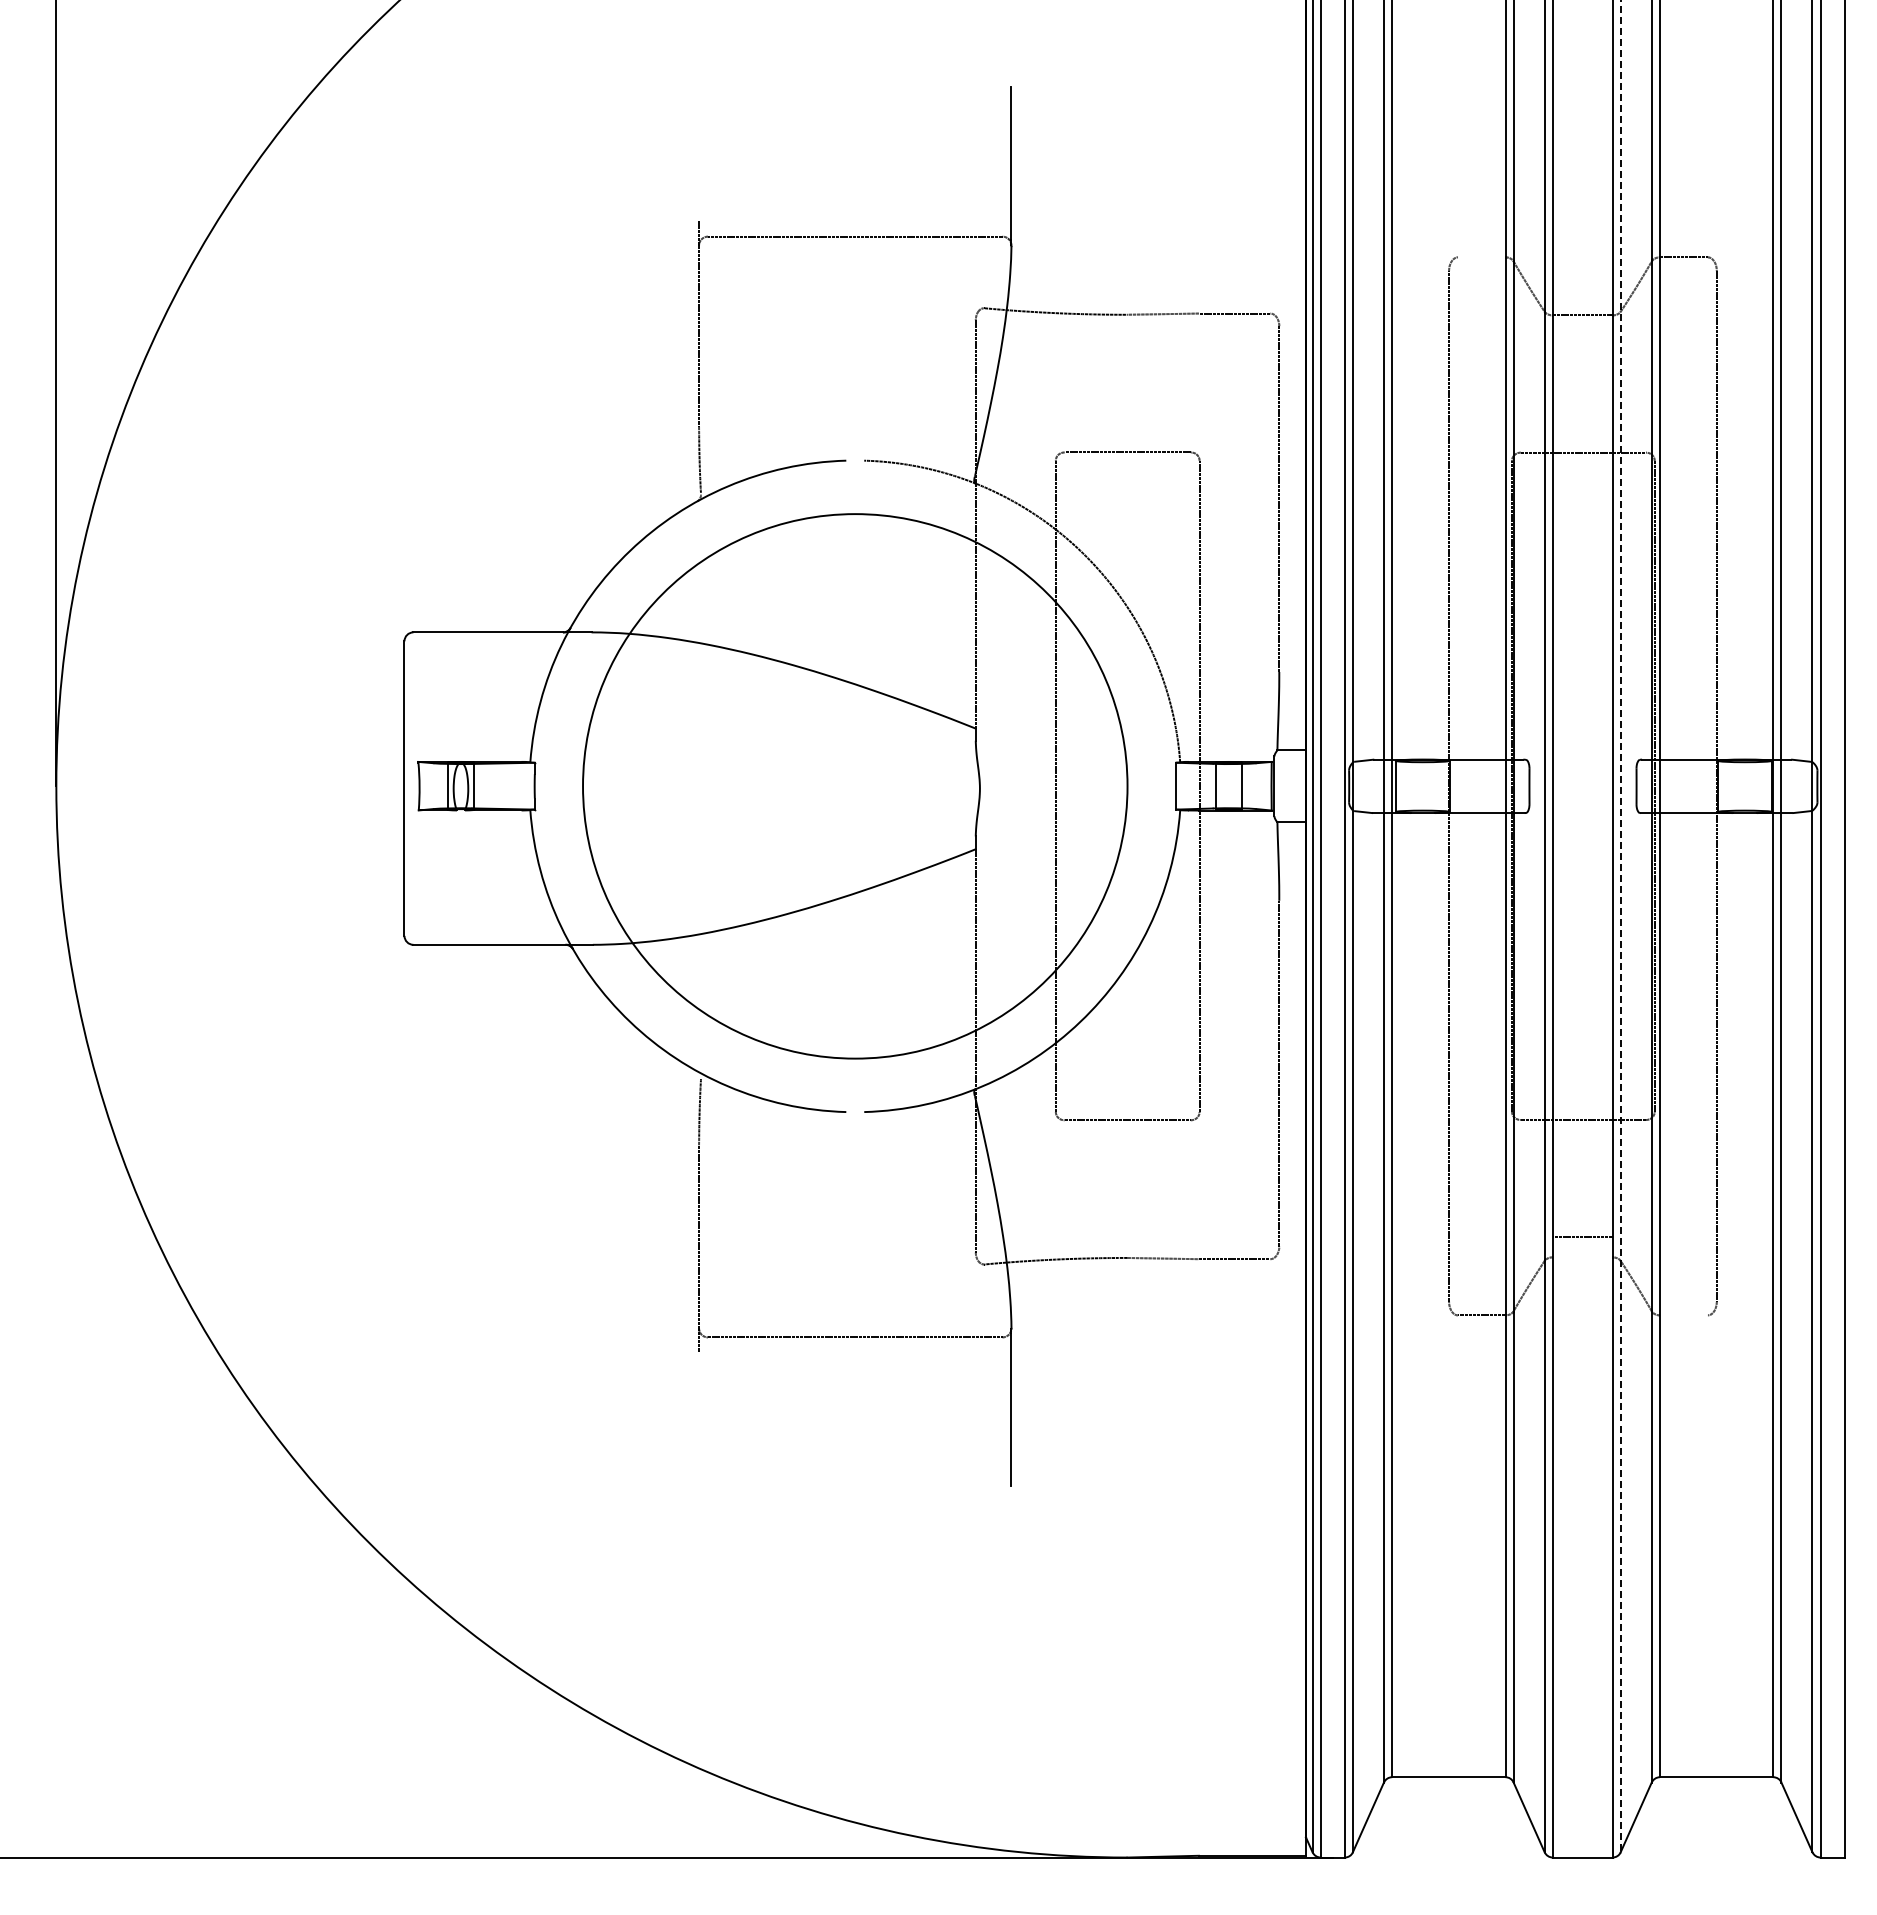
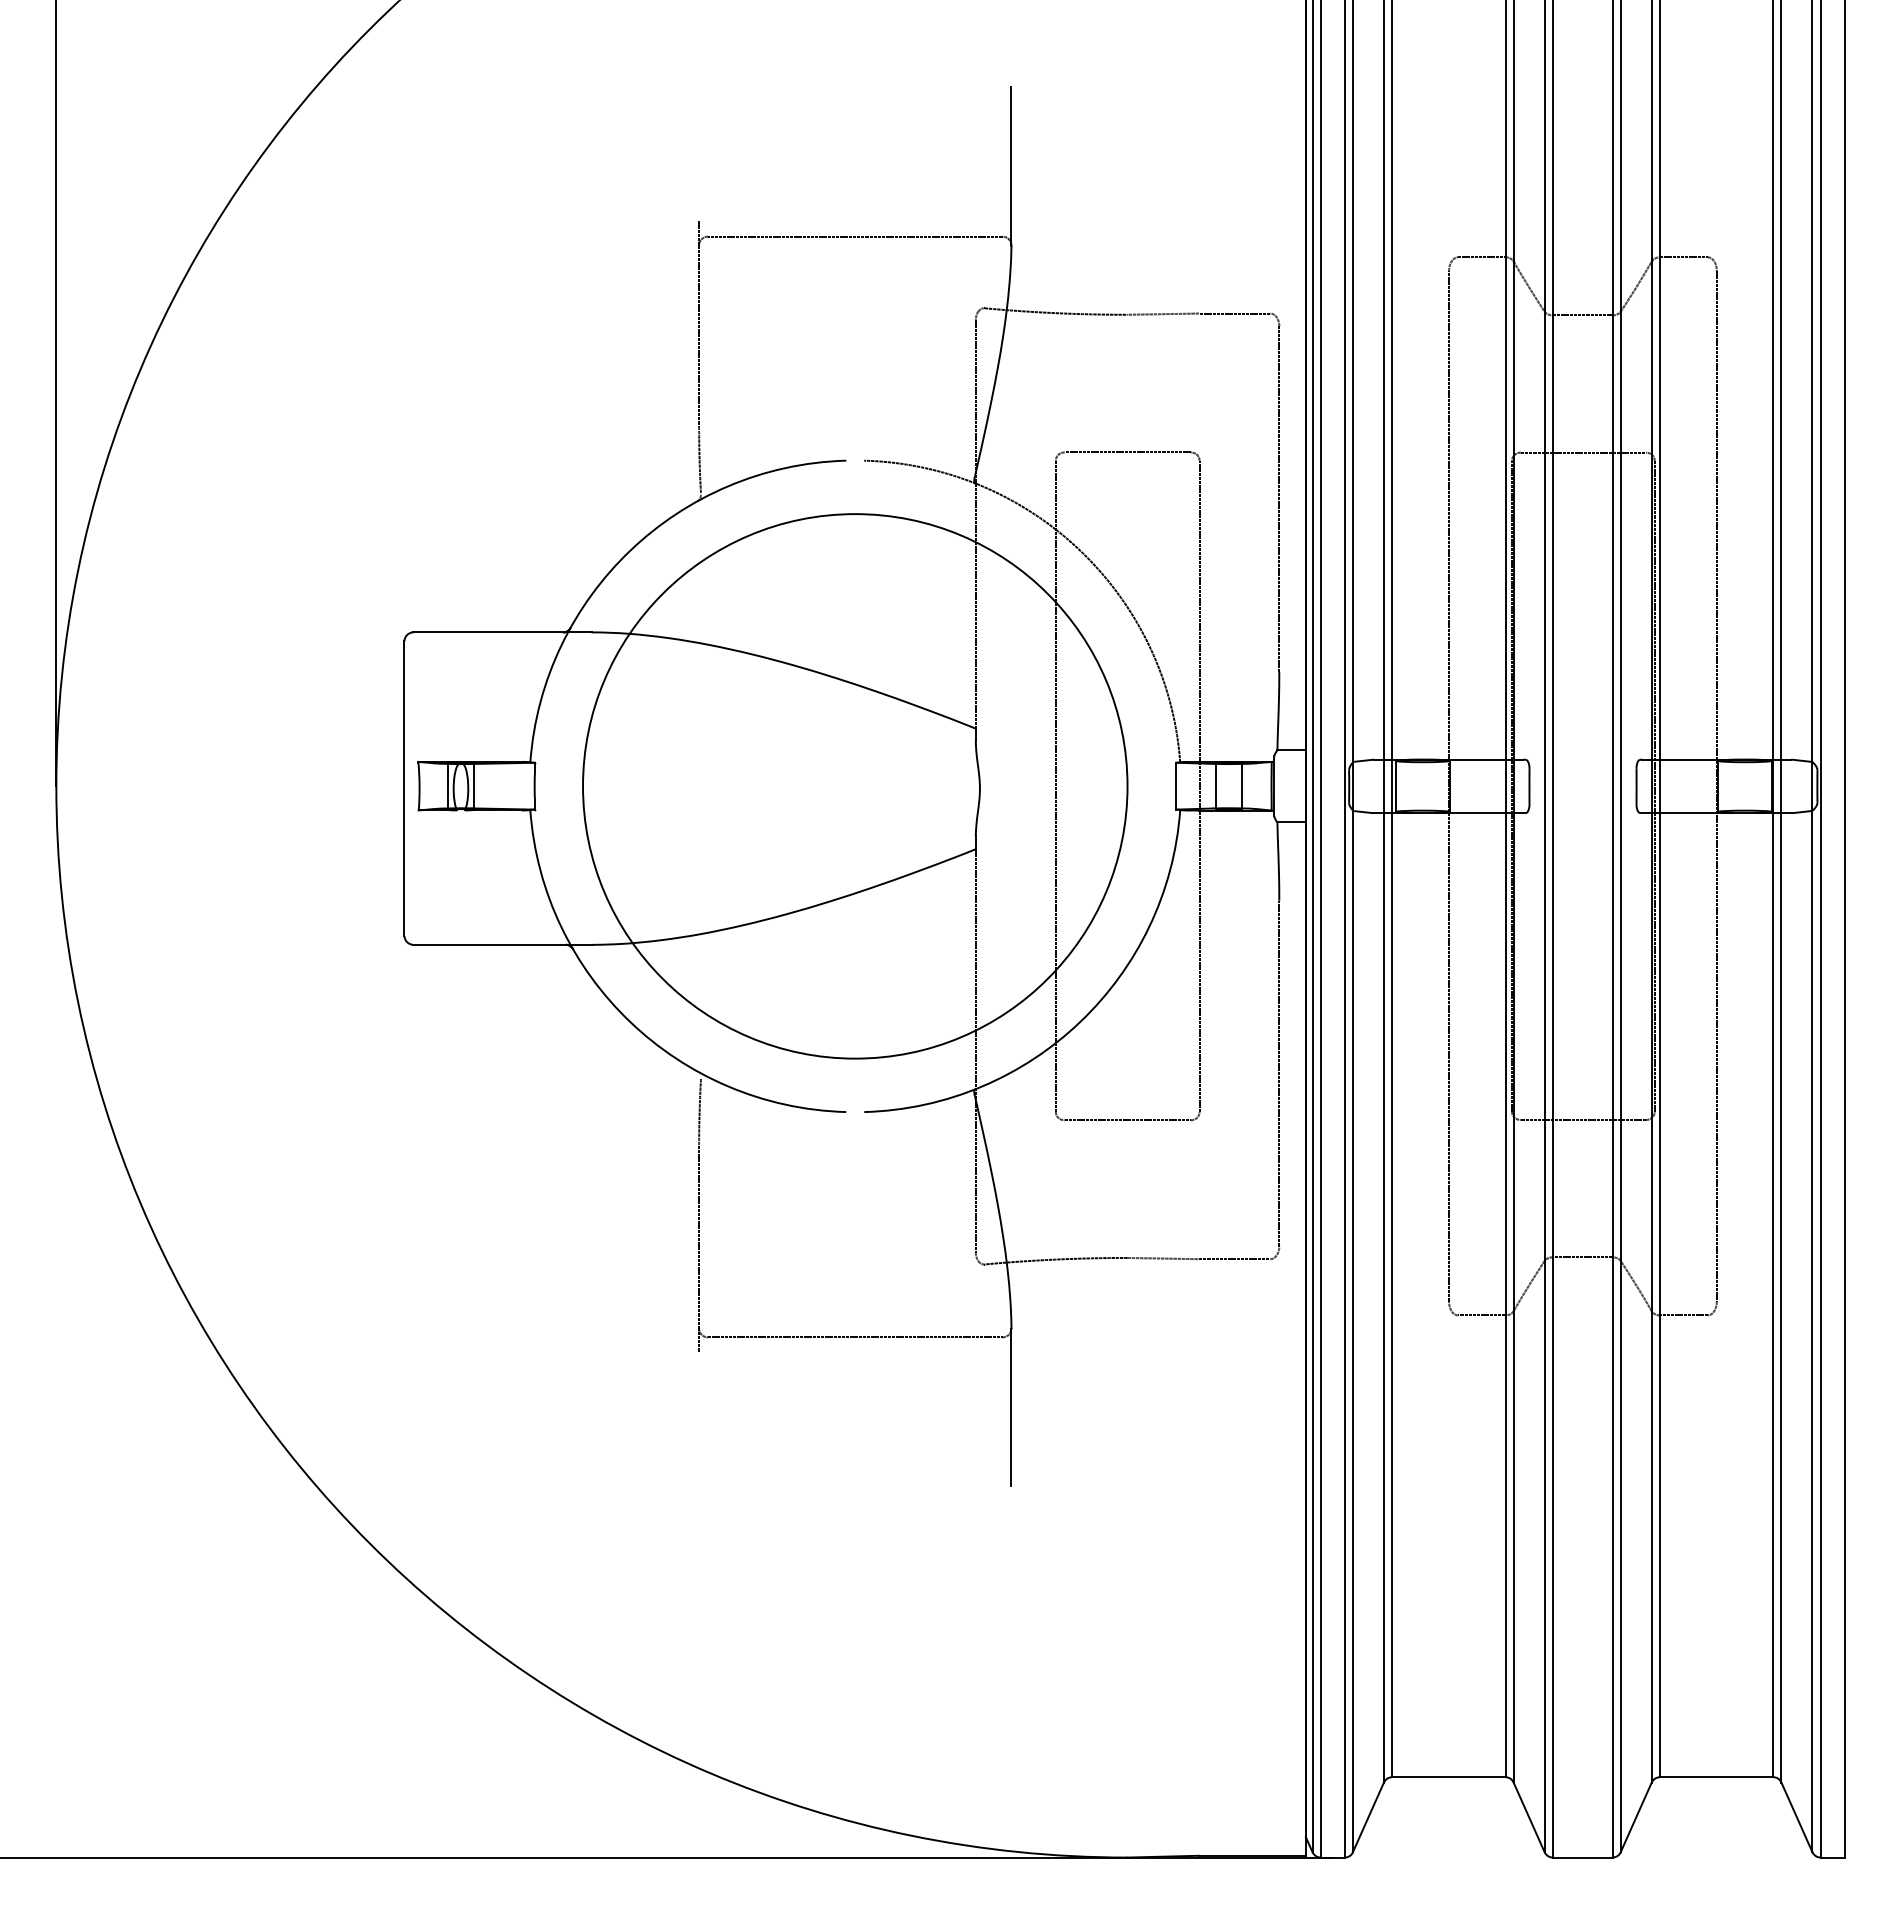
line at (1481, 257): none -> present
line at (1620, 926): dashed -> solid
line at (1582, 1237) position: (1582, 1237) -> (1582, 1257)
line at (1683, 1315): none -> present
